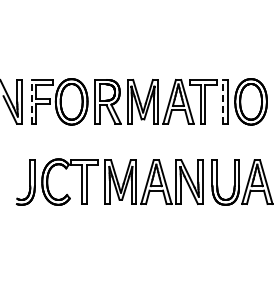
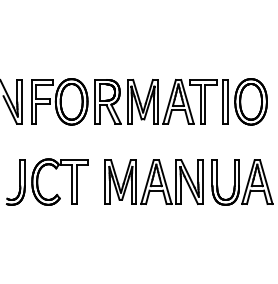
line at (31, 101): dashed -> solid
line at (222, 101): dashed -> solid
part at (48, 181) position: (48, 181) -> (38, 181)
